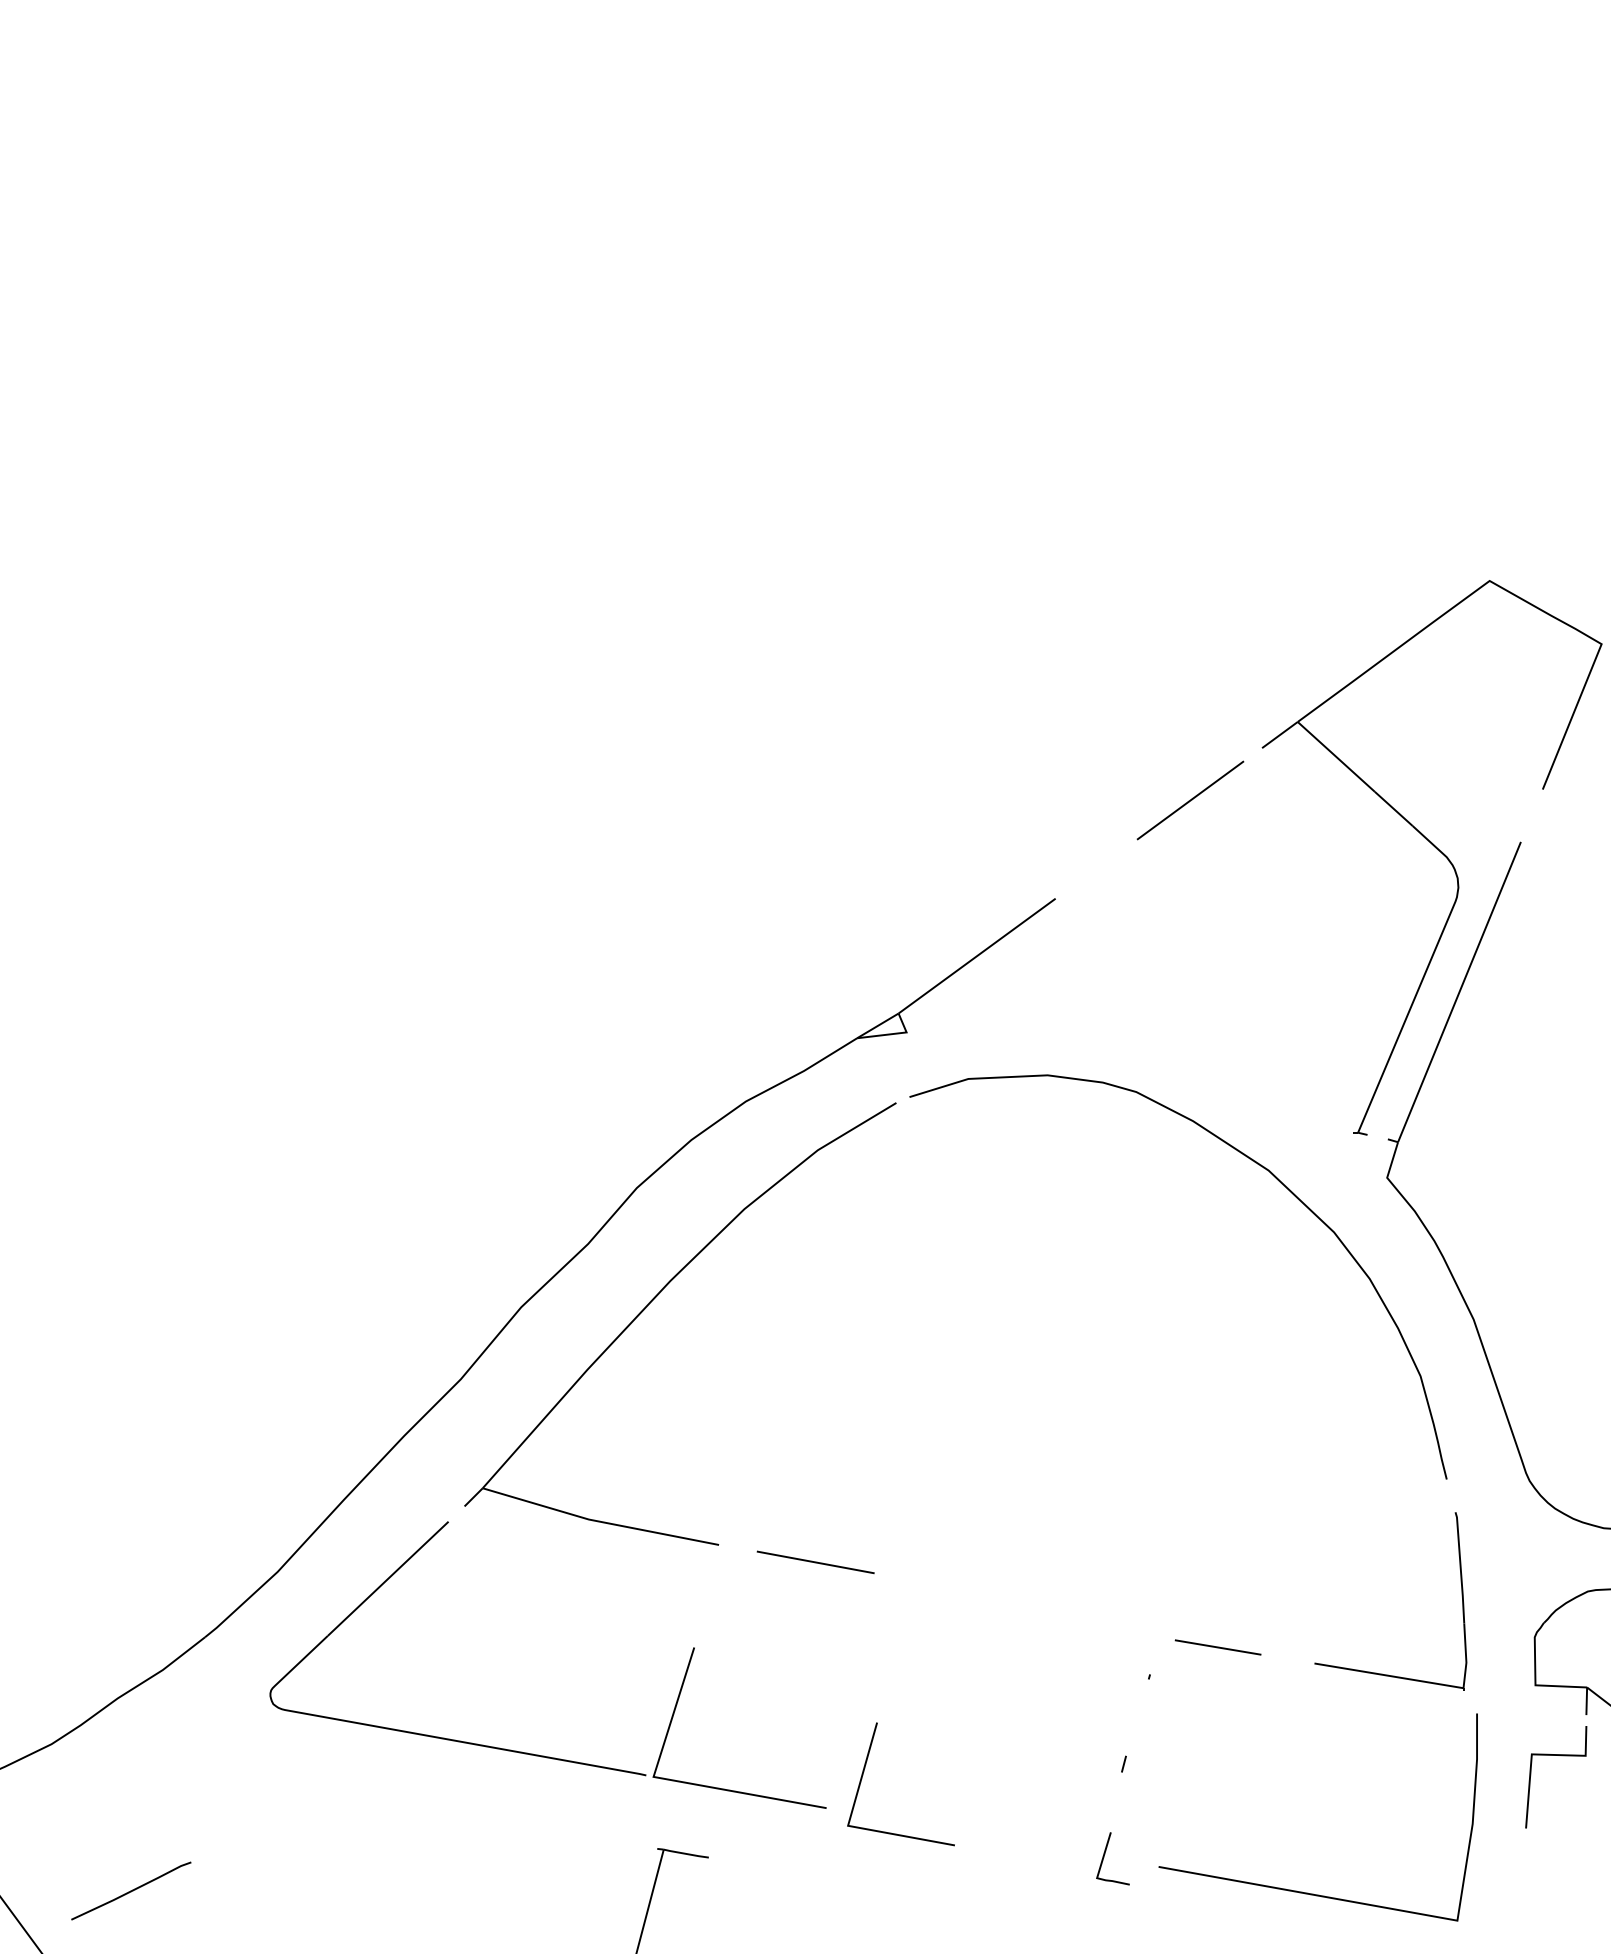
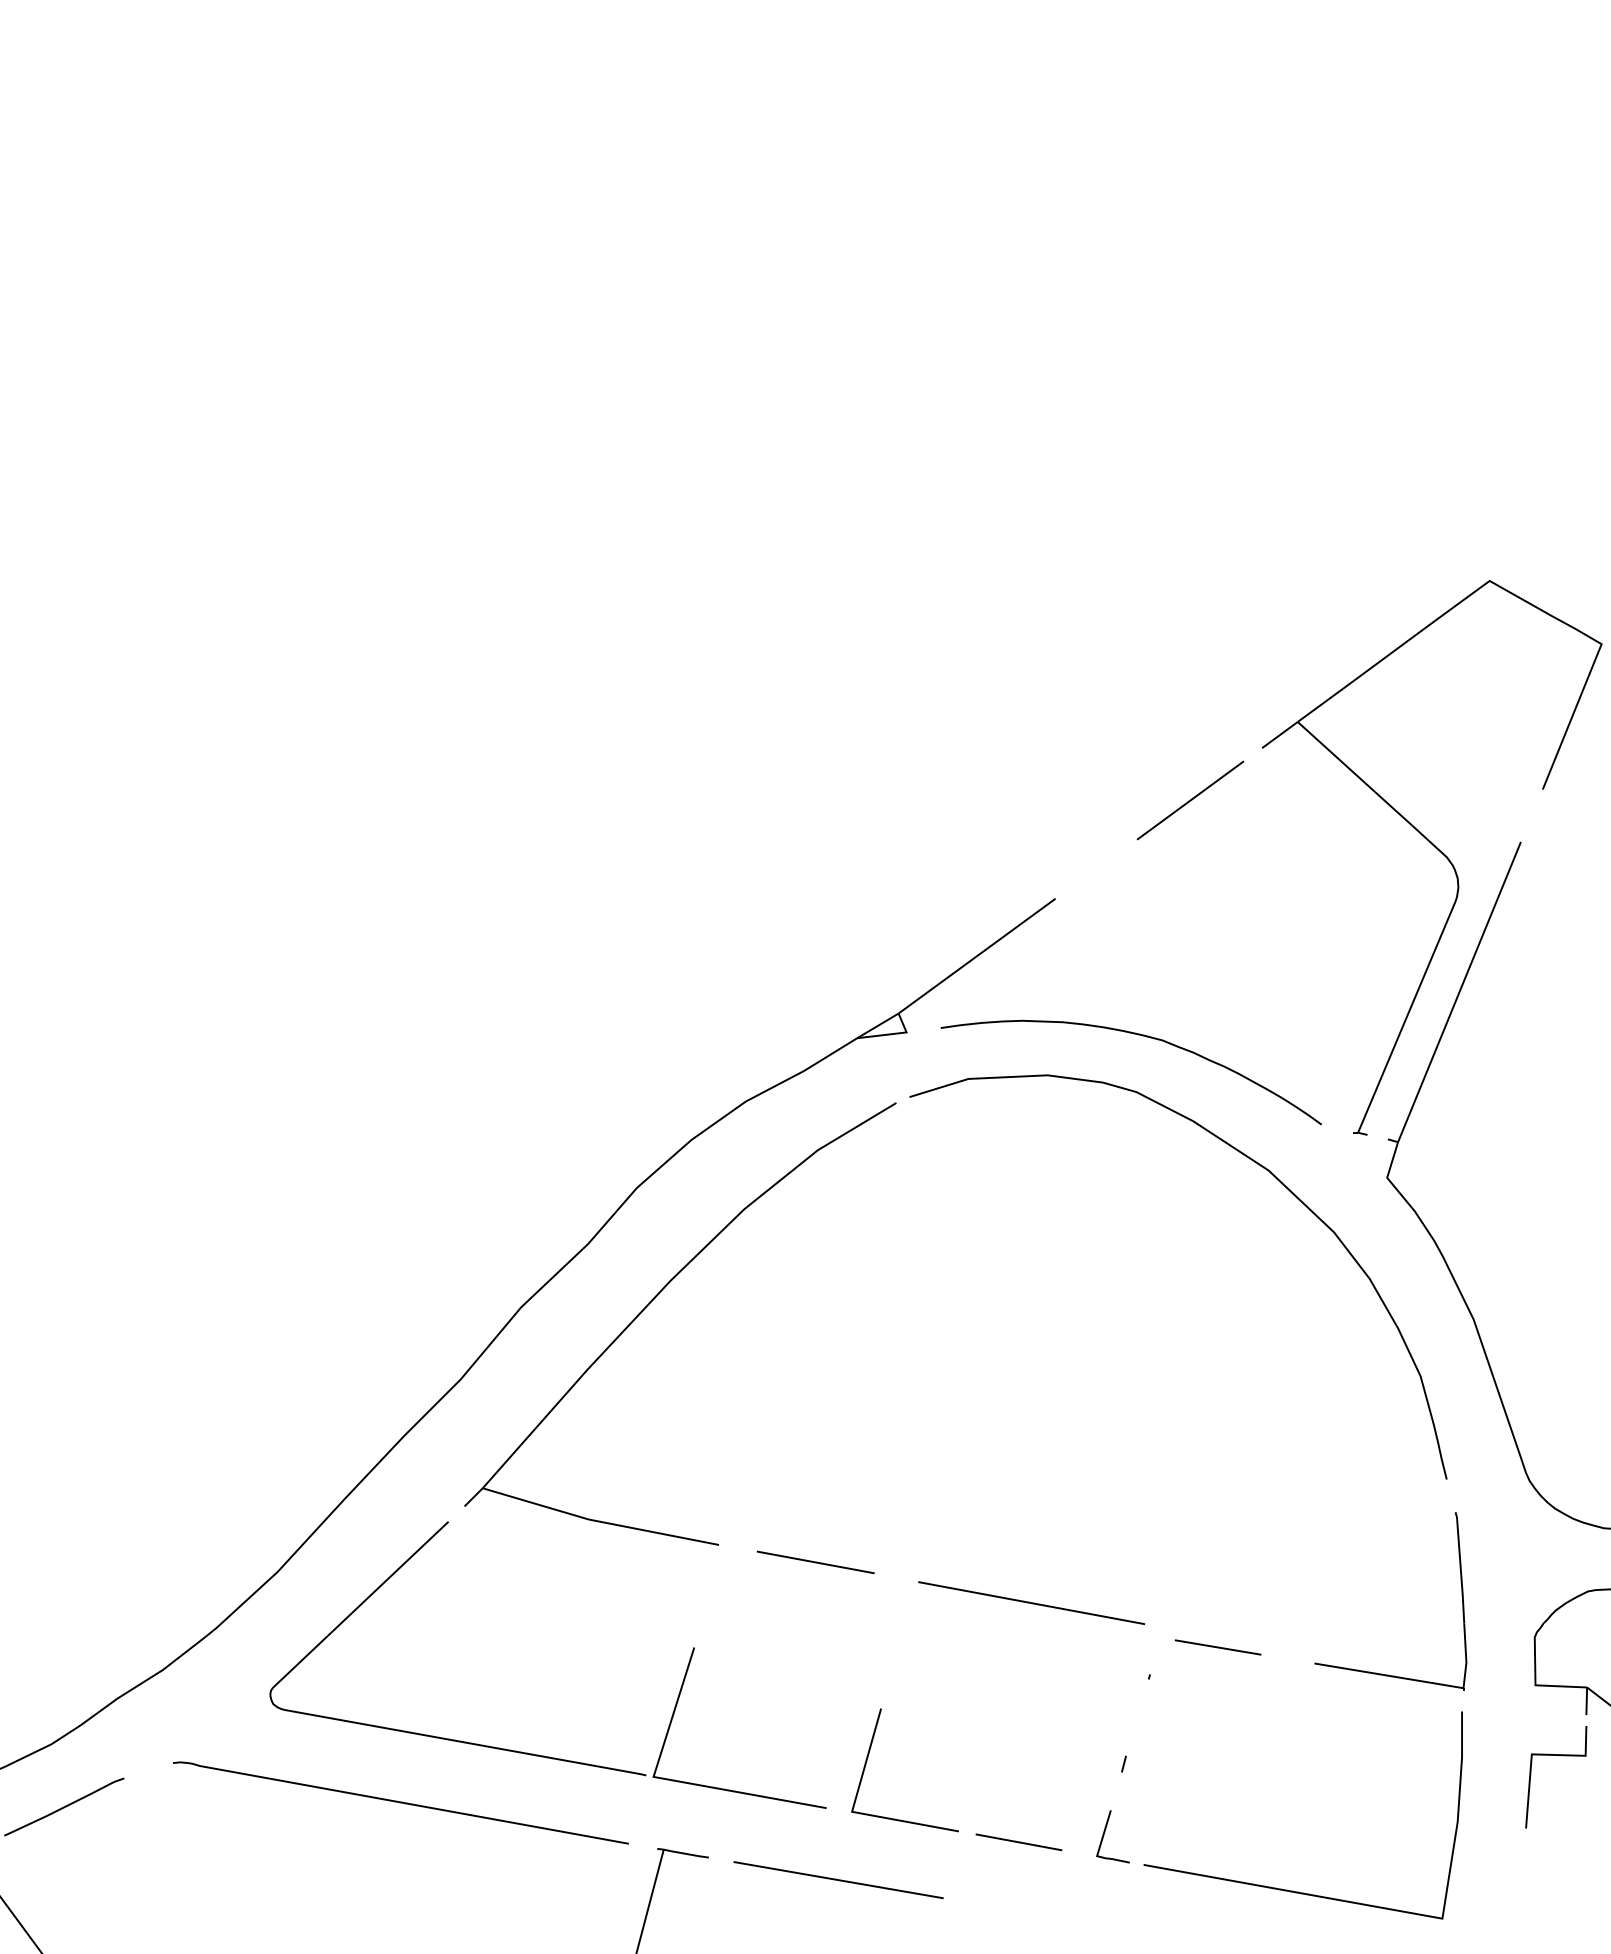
curve at (1138, 1035): none -> present
line at (1031, 1602): none -> present
line at (863, 1775) position: (863, 1775) -> (867, 1761)
curve at (400, 1802): none -> present
line at (1018, 1842): none -> present
line at (1105, 1854) position: (1105, 1854) -> (1105, 1832)
line at (838, 1880): none -> present
line at (131, 1890) position: (131, 1890) -> (64, 1806)
curve at (1302, 1891) position: (1302, 1891) -> (1287, 1889)
